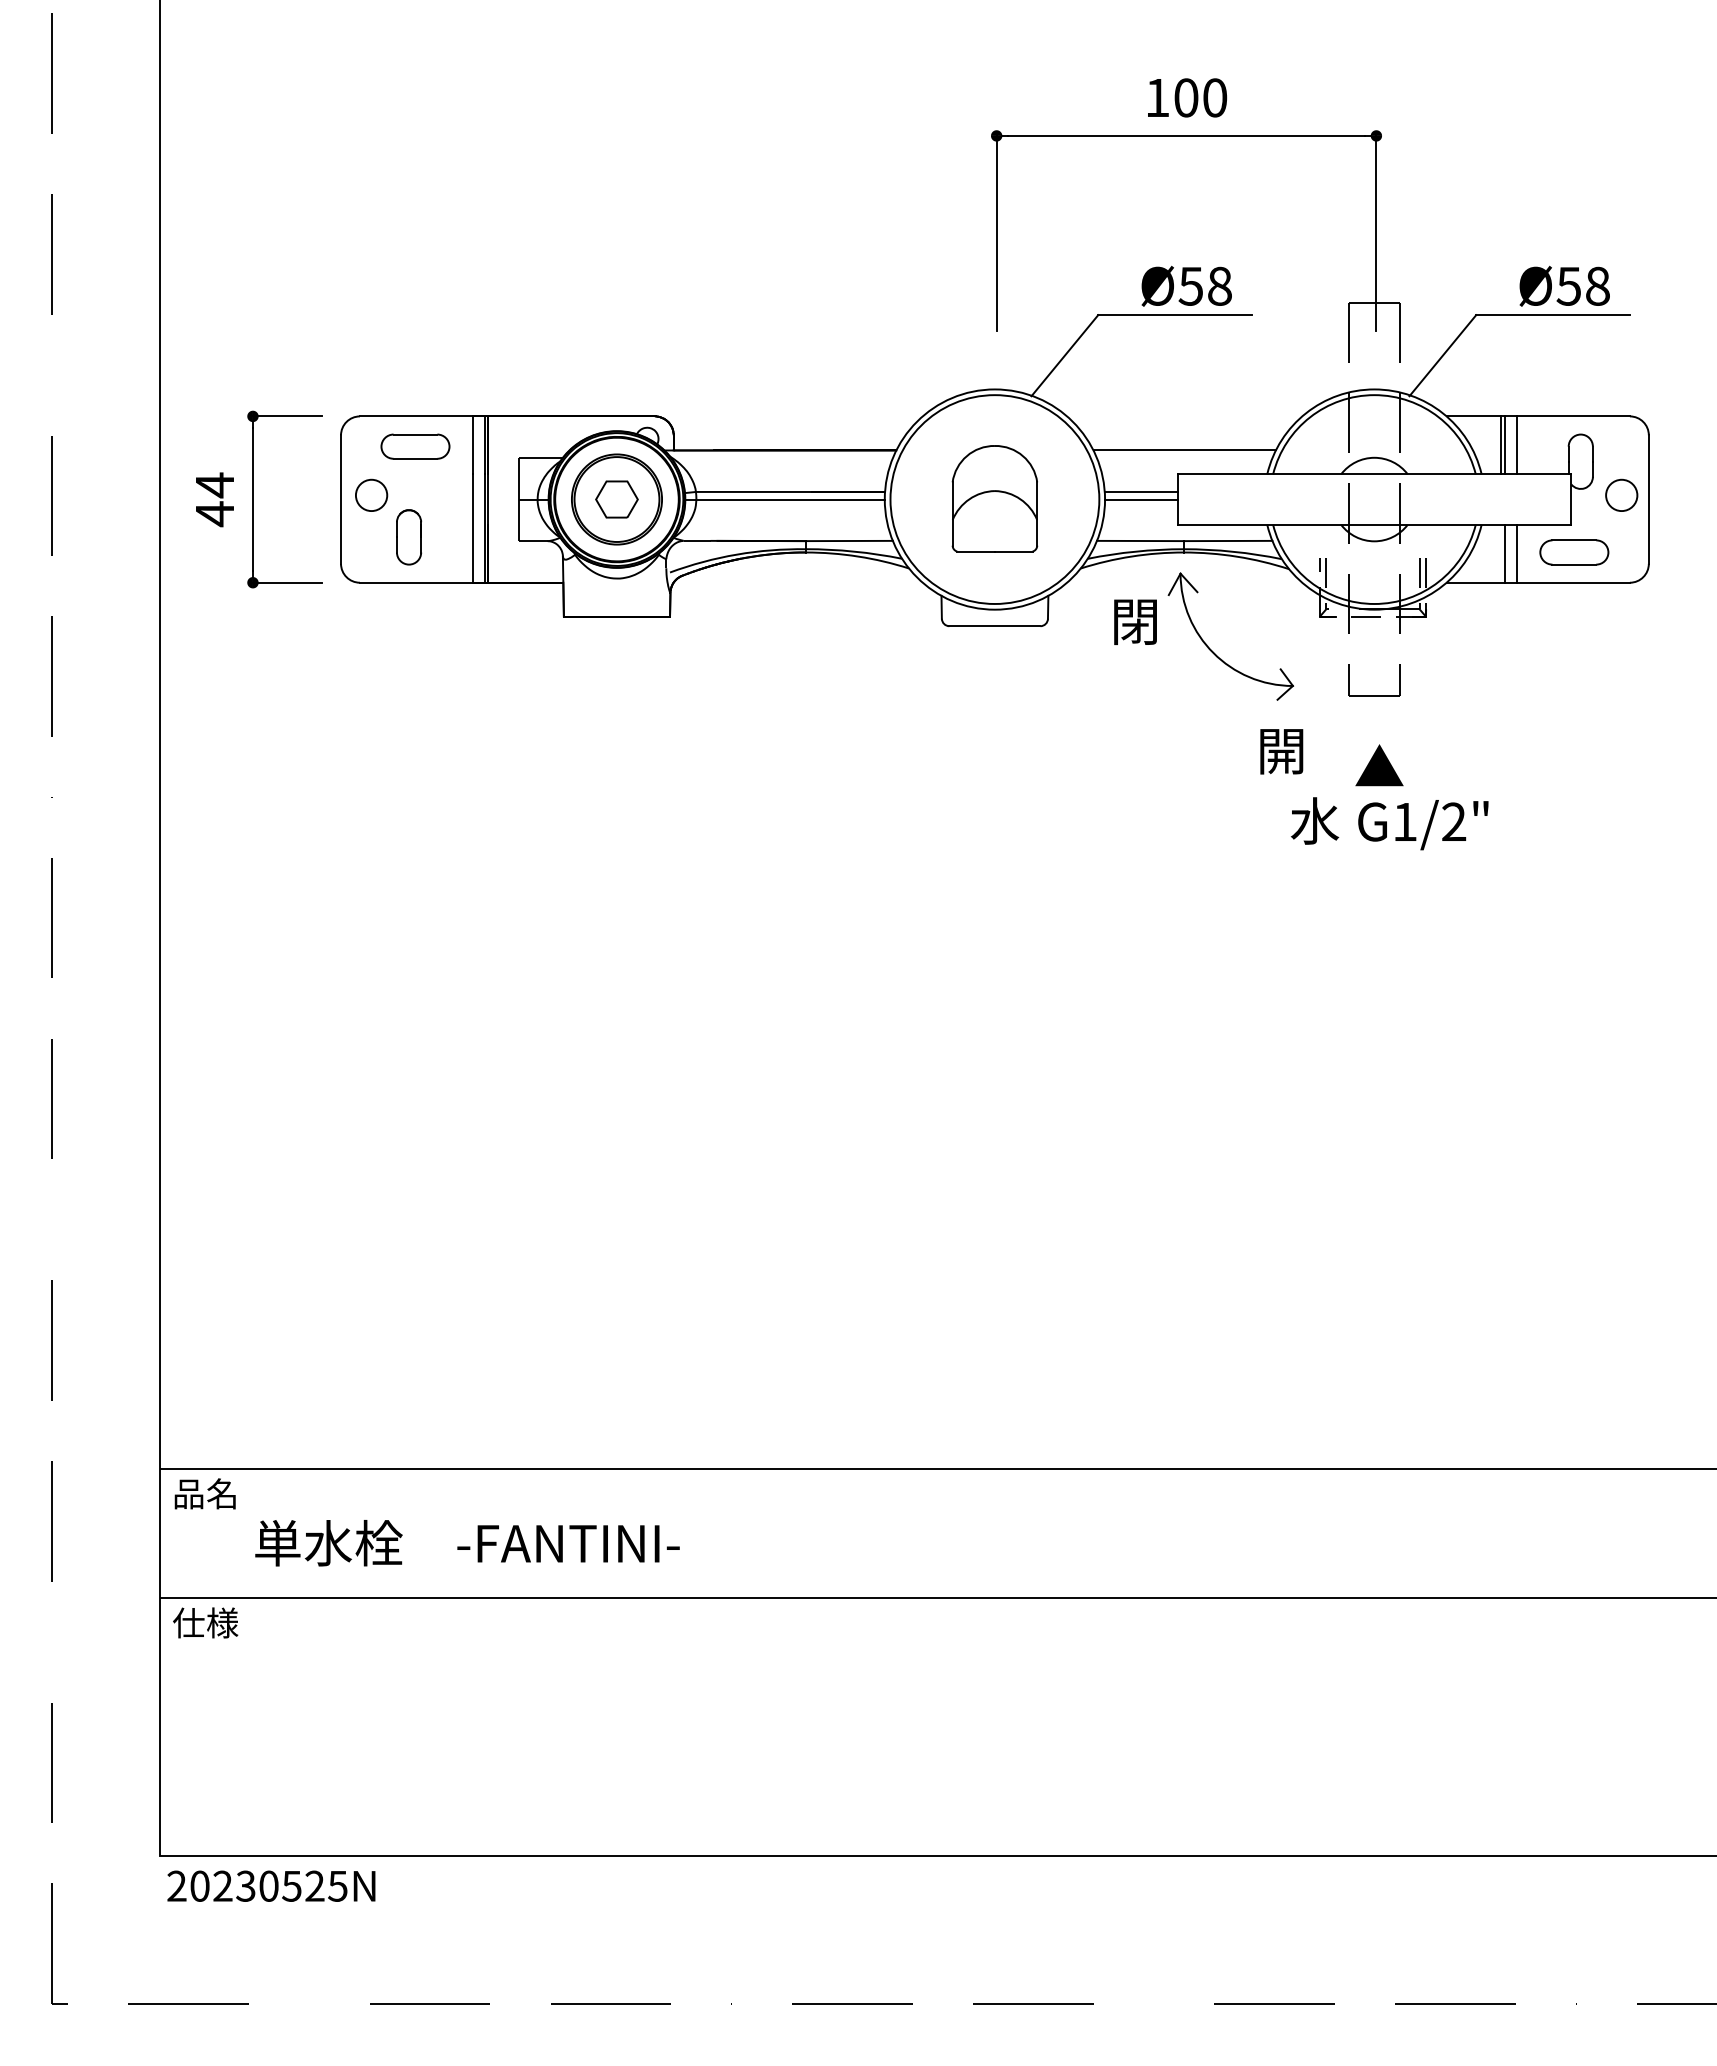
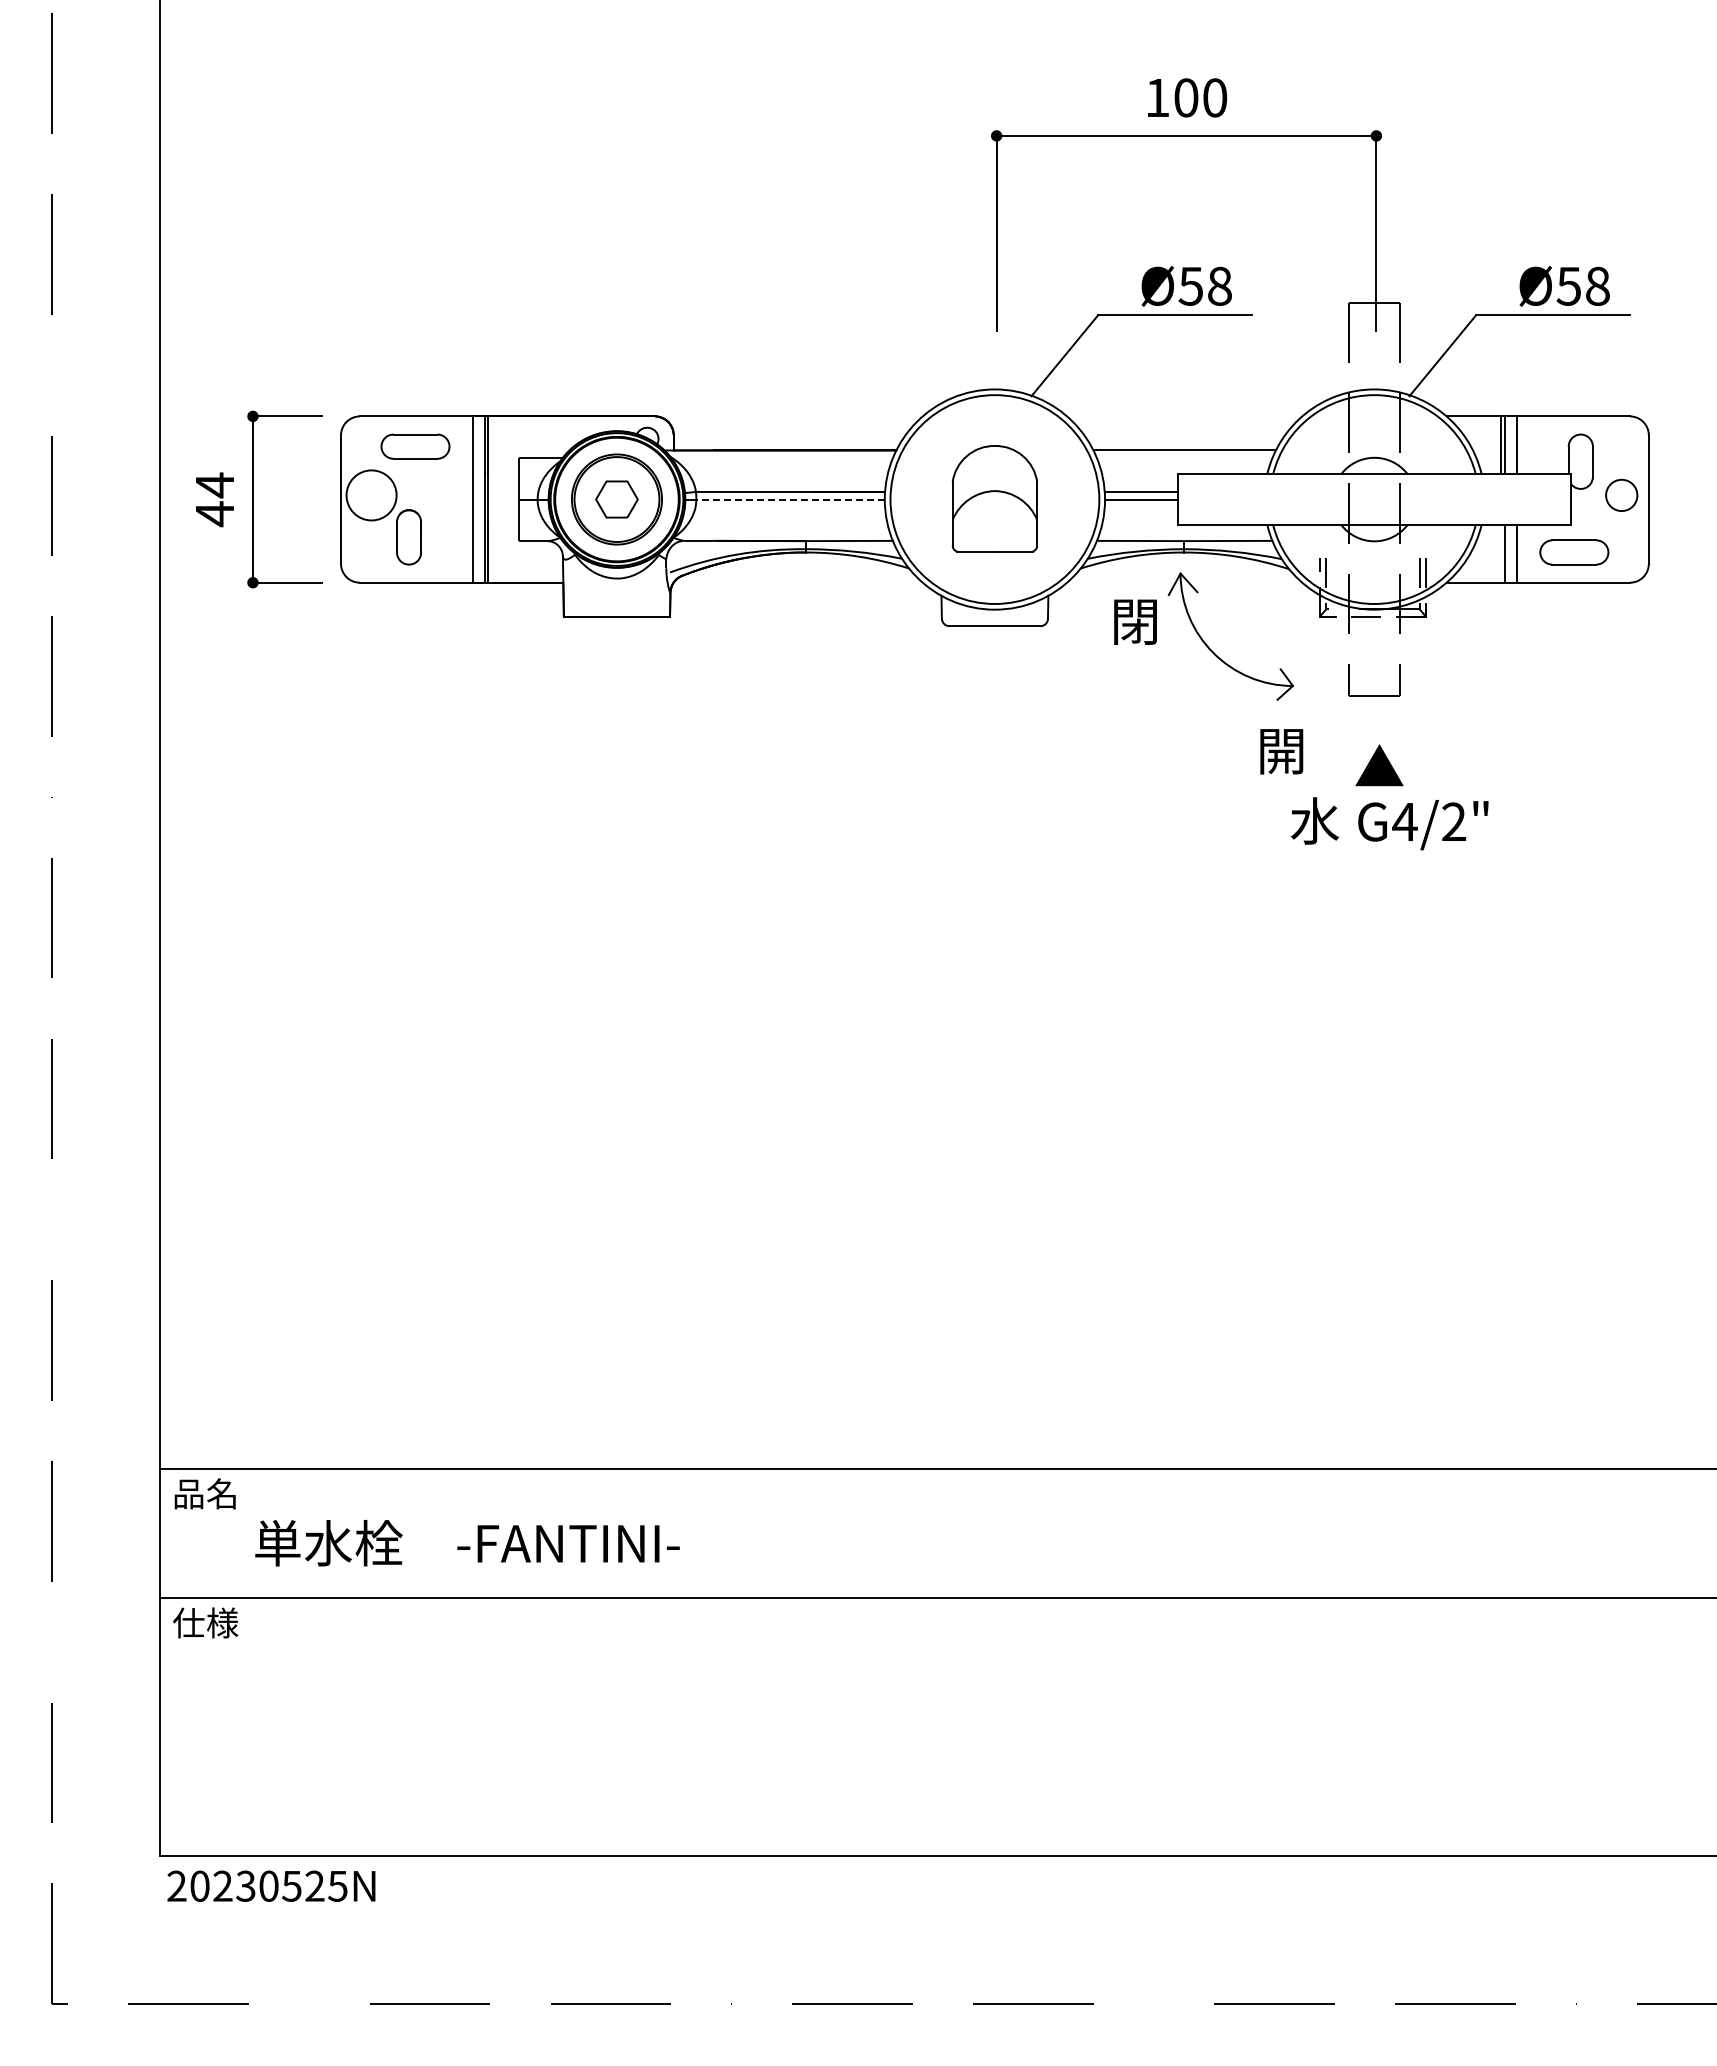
circle at (371, 495) diameter: 31 px -> 50 px
line at (790, 499): solid -> dashed
text at (1404, 821): G1/2" -> G4/2"
